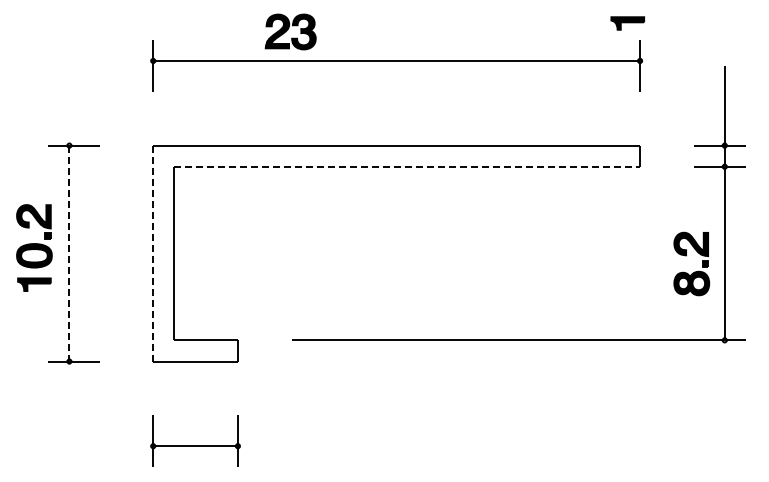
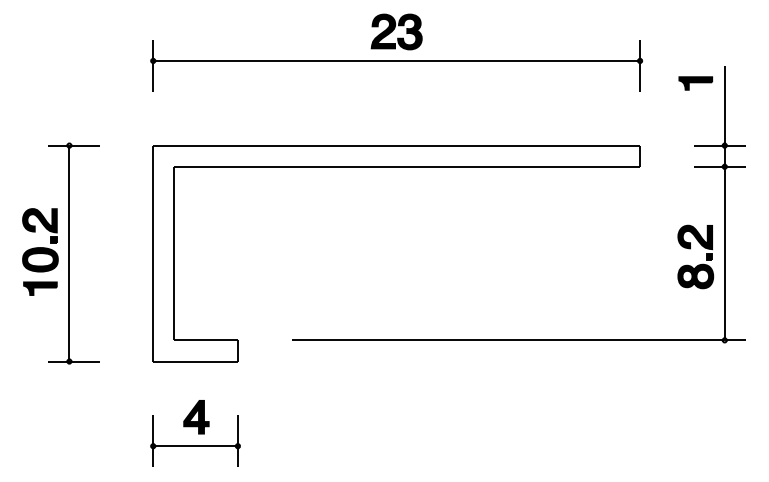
part at (627, 23) position: (627, 23) -> (695, 83)
part at (290, 31) position: (290, 31) -> (396, 31)
line at (407, 166): dashed -> solid
part at (34, 247) position: (34, 247) -> (40, 251)
line at (69, 253): dashed -> solid
line at (153, 253): dashed -> solid
part at (694, 271) position: (694, 271) -> (698, 264)
part at (196, 417): none -> present
